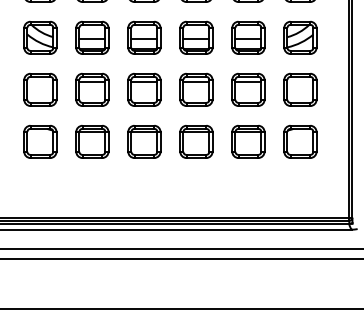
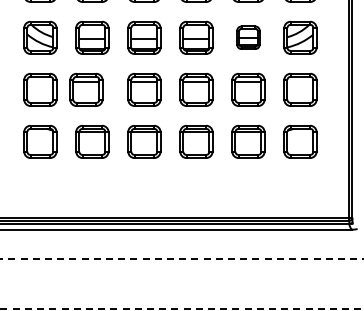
part at (248, 37) size: 35x35 px -> 25x25 px
part at (92, 89) position: (92, 89) -> (86, 89)
line at (181, 249): present -> none
line at (181, 259): solid -> dashed
line at (182, 309): solid -> dashed
